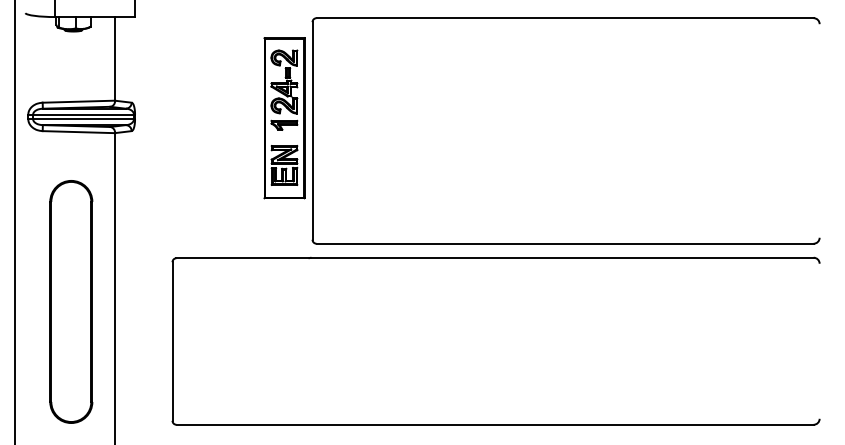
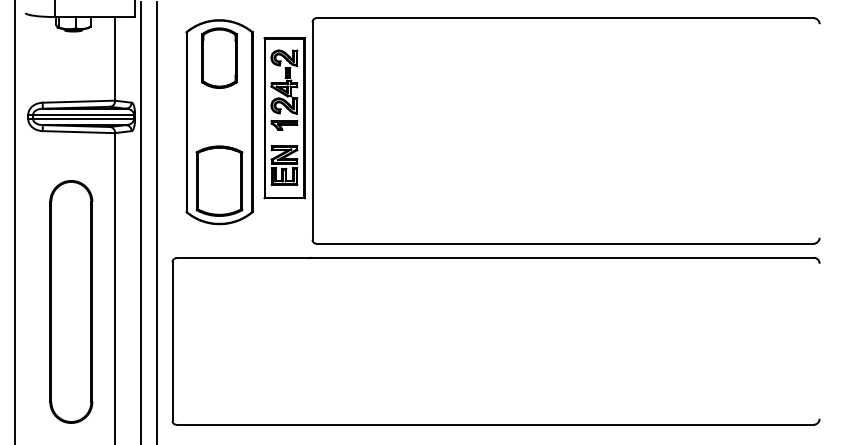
part at (219, 122): none -> present
line at (140, 221): none -> present
line at (156, 221): none -> present
